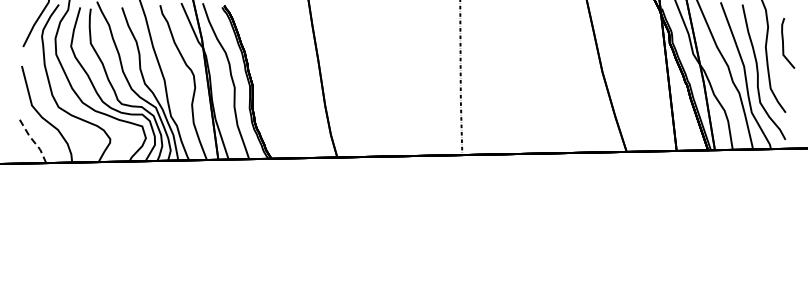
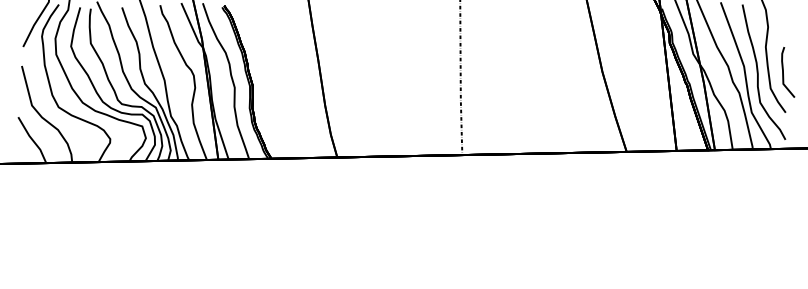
curve at (783, 43) position: (783, 43) -> (783, 72)
line at (32, 139): dashed -> solid
